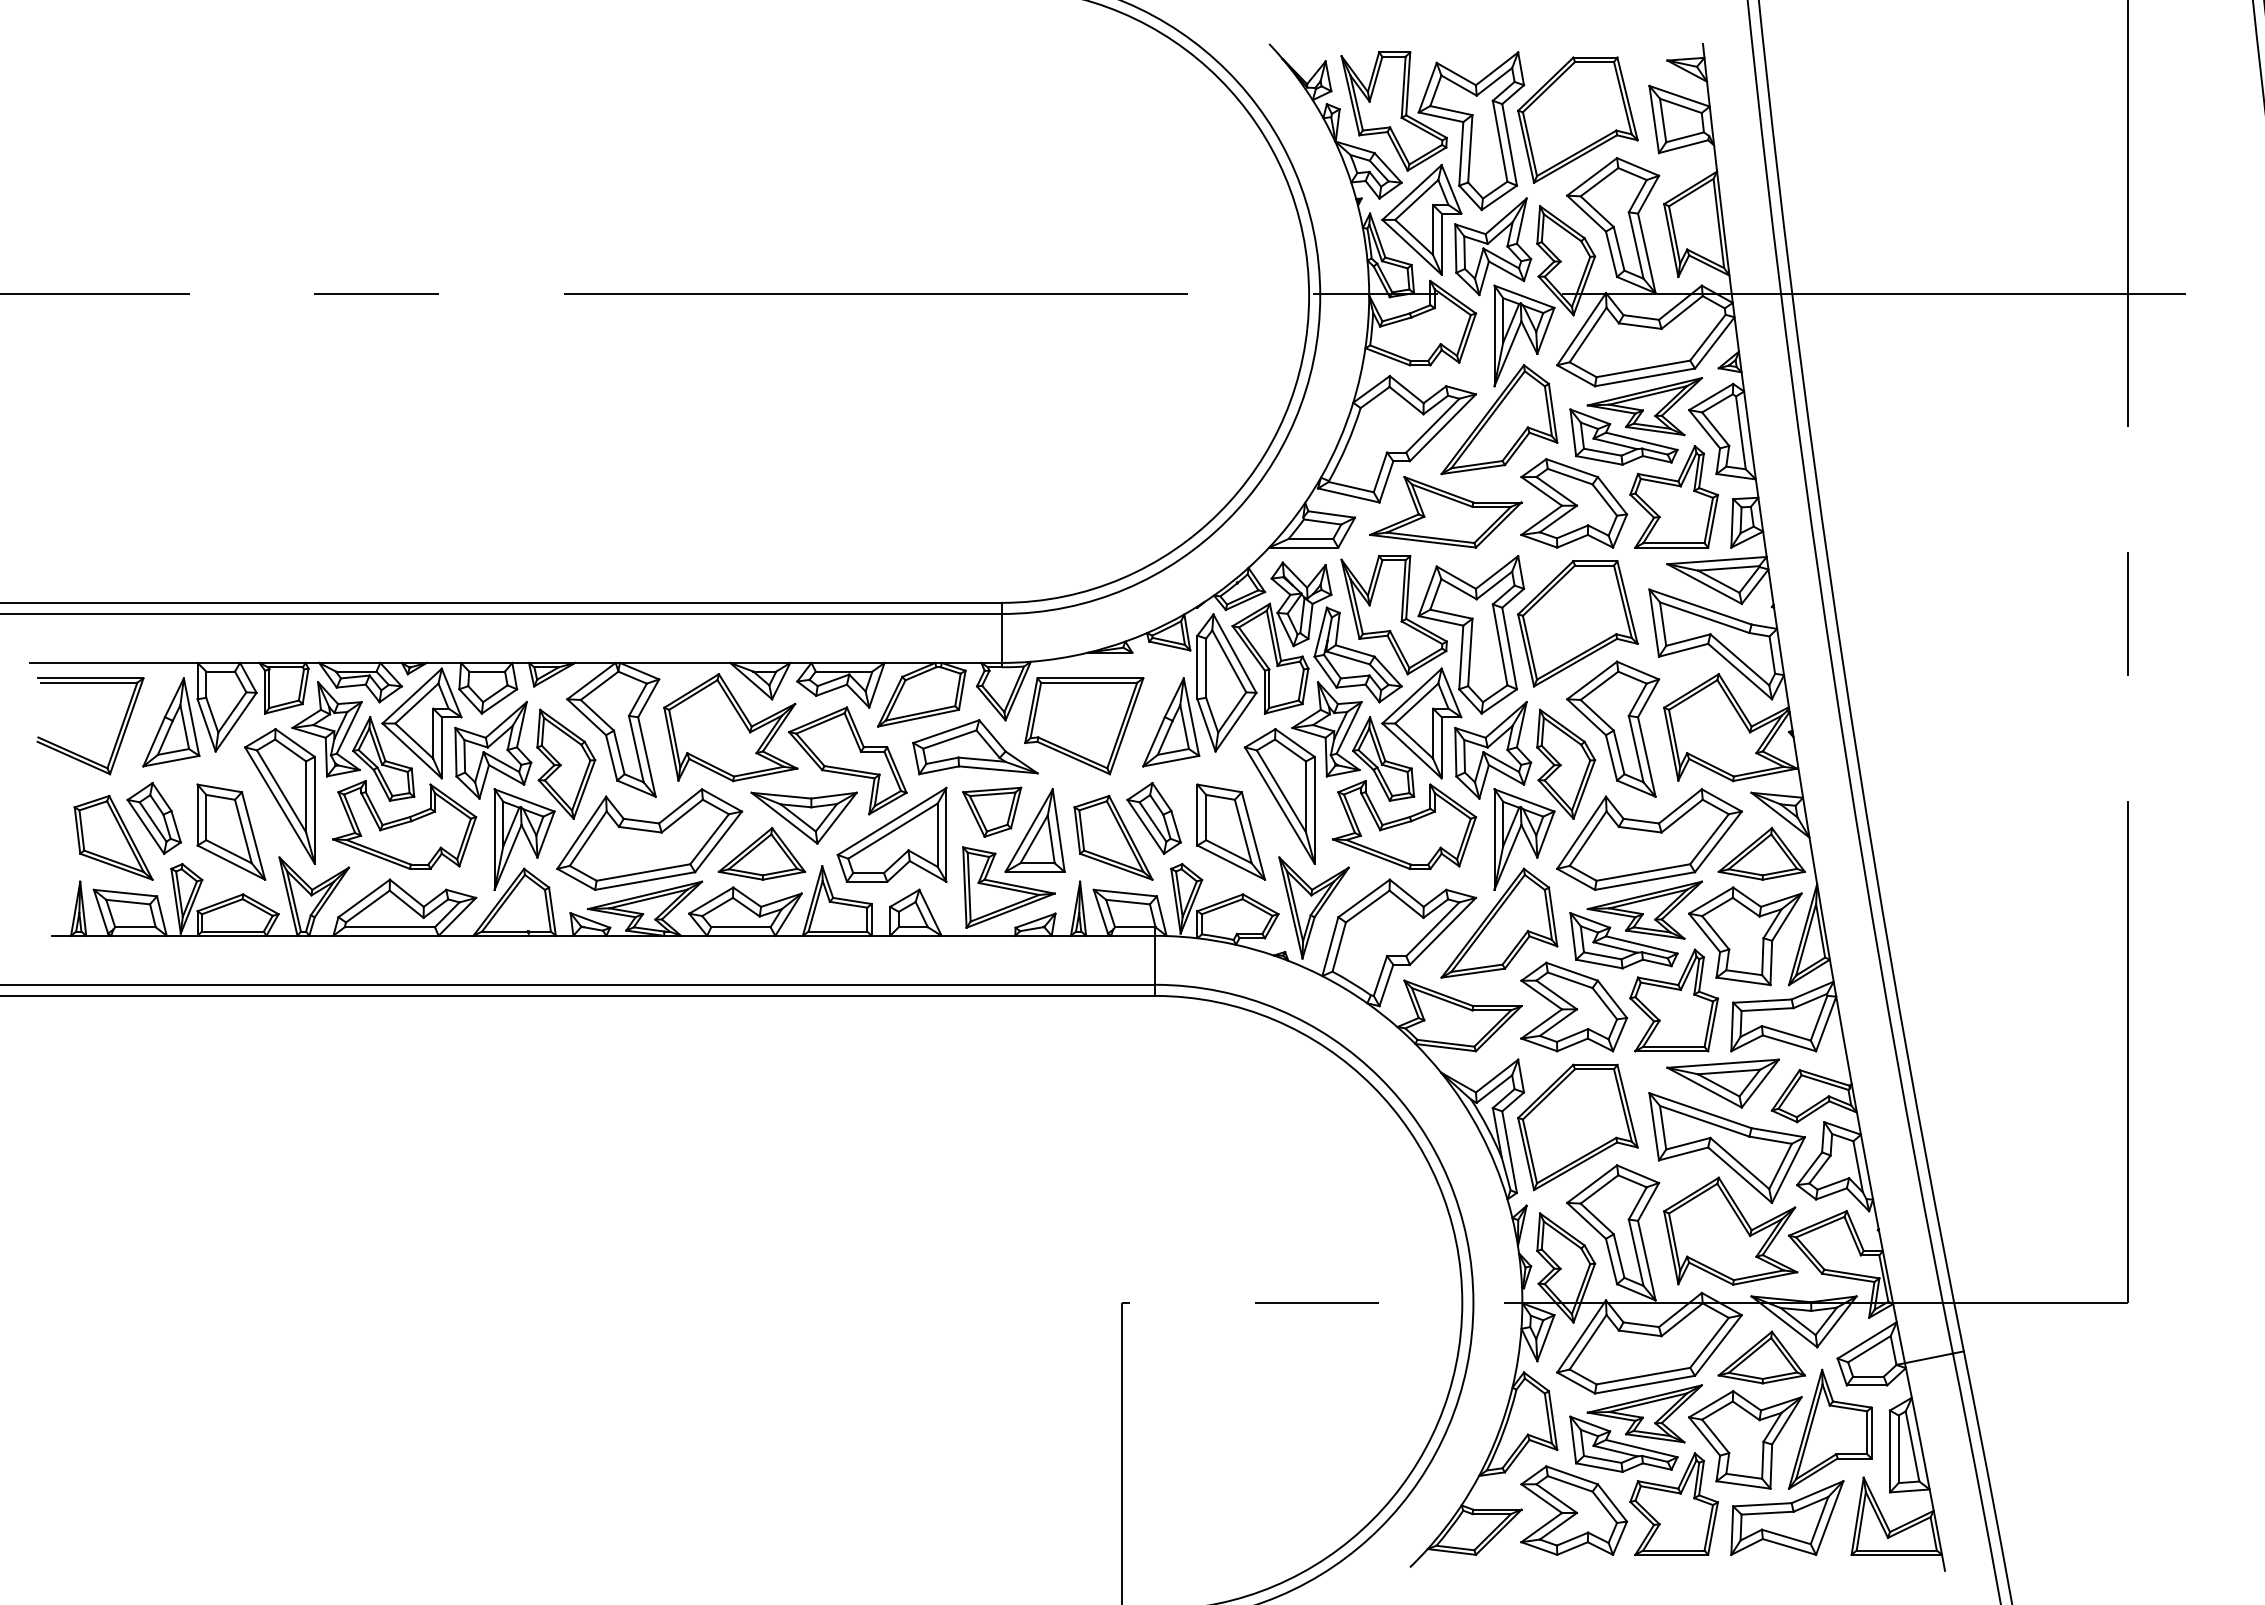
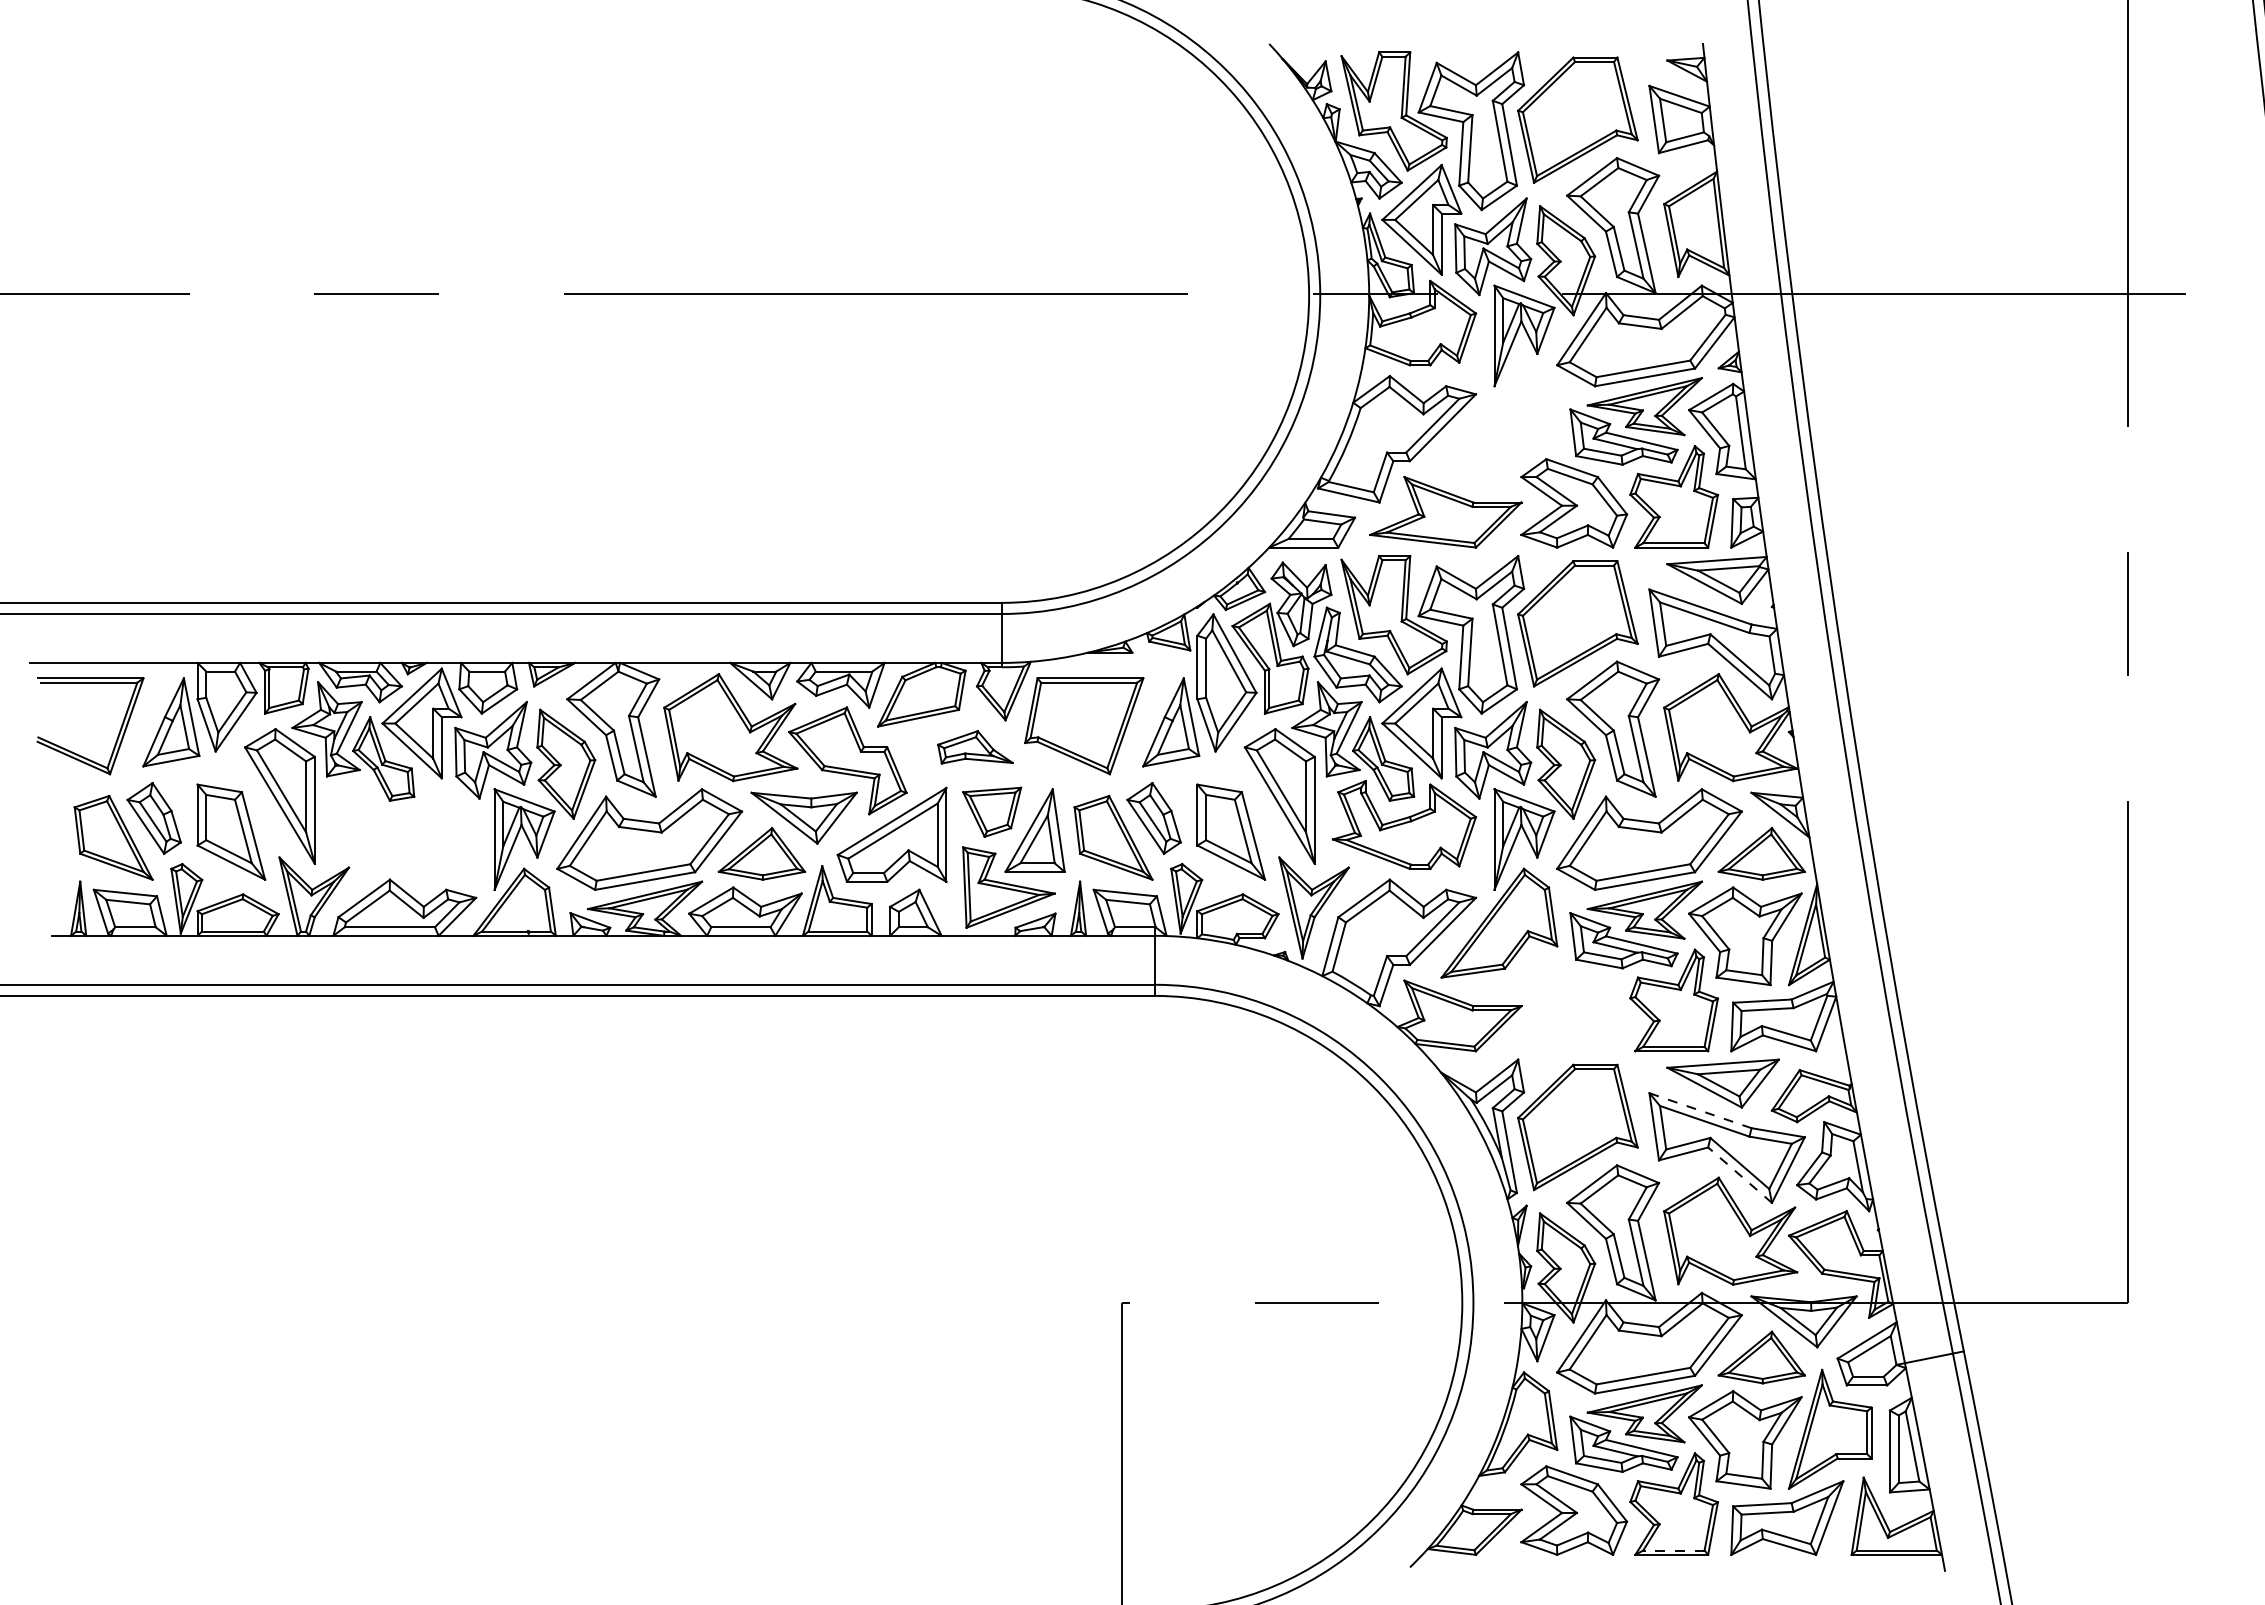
part at (1499, 419): present -> none
part at (975, 747) size: 127x57 px -> 77x35 px
part at (404, 825): present -> none
part at (1574, 1006): present -> none
line at (1700, 1110): solid -> dashed
line at (1739, 1174): solid -> dashed
line at (1673, 1550): solid -> dashed
